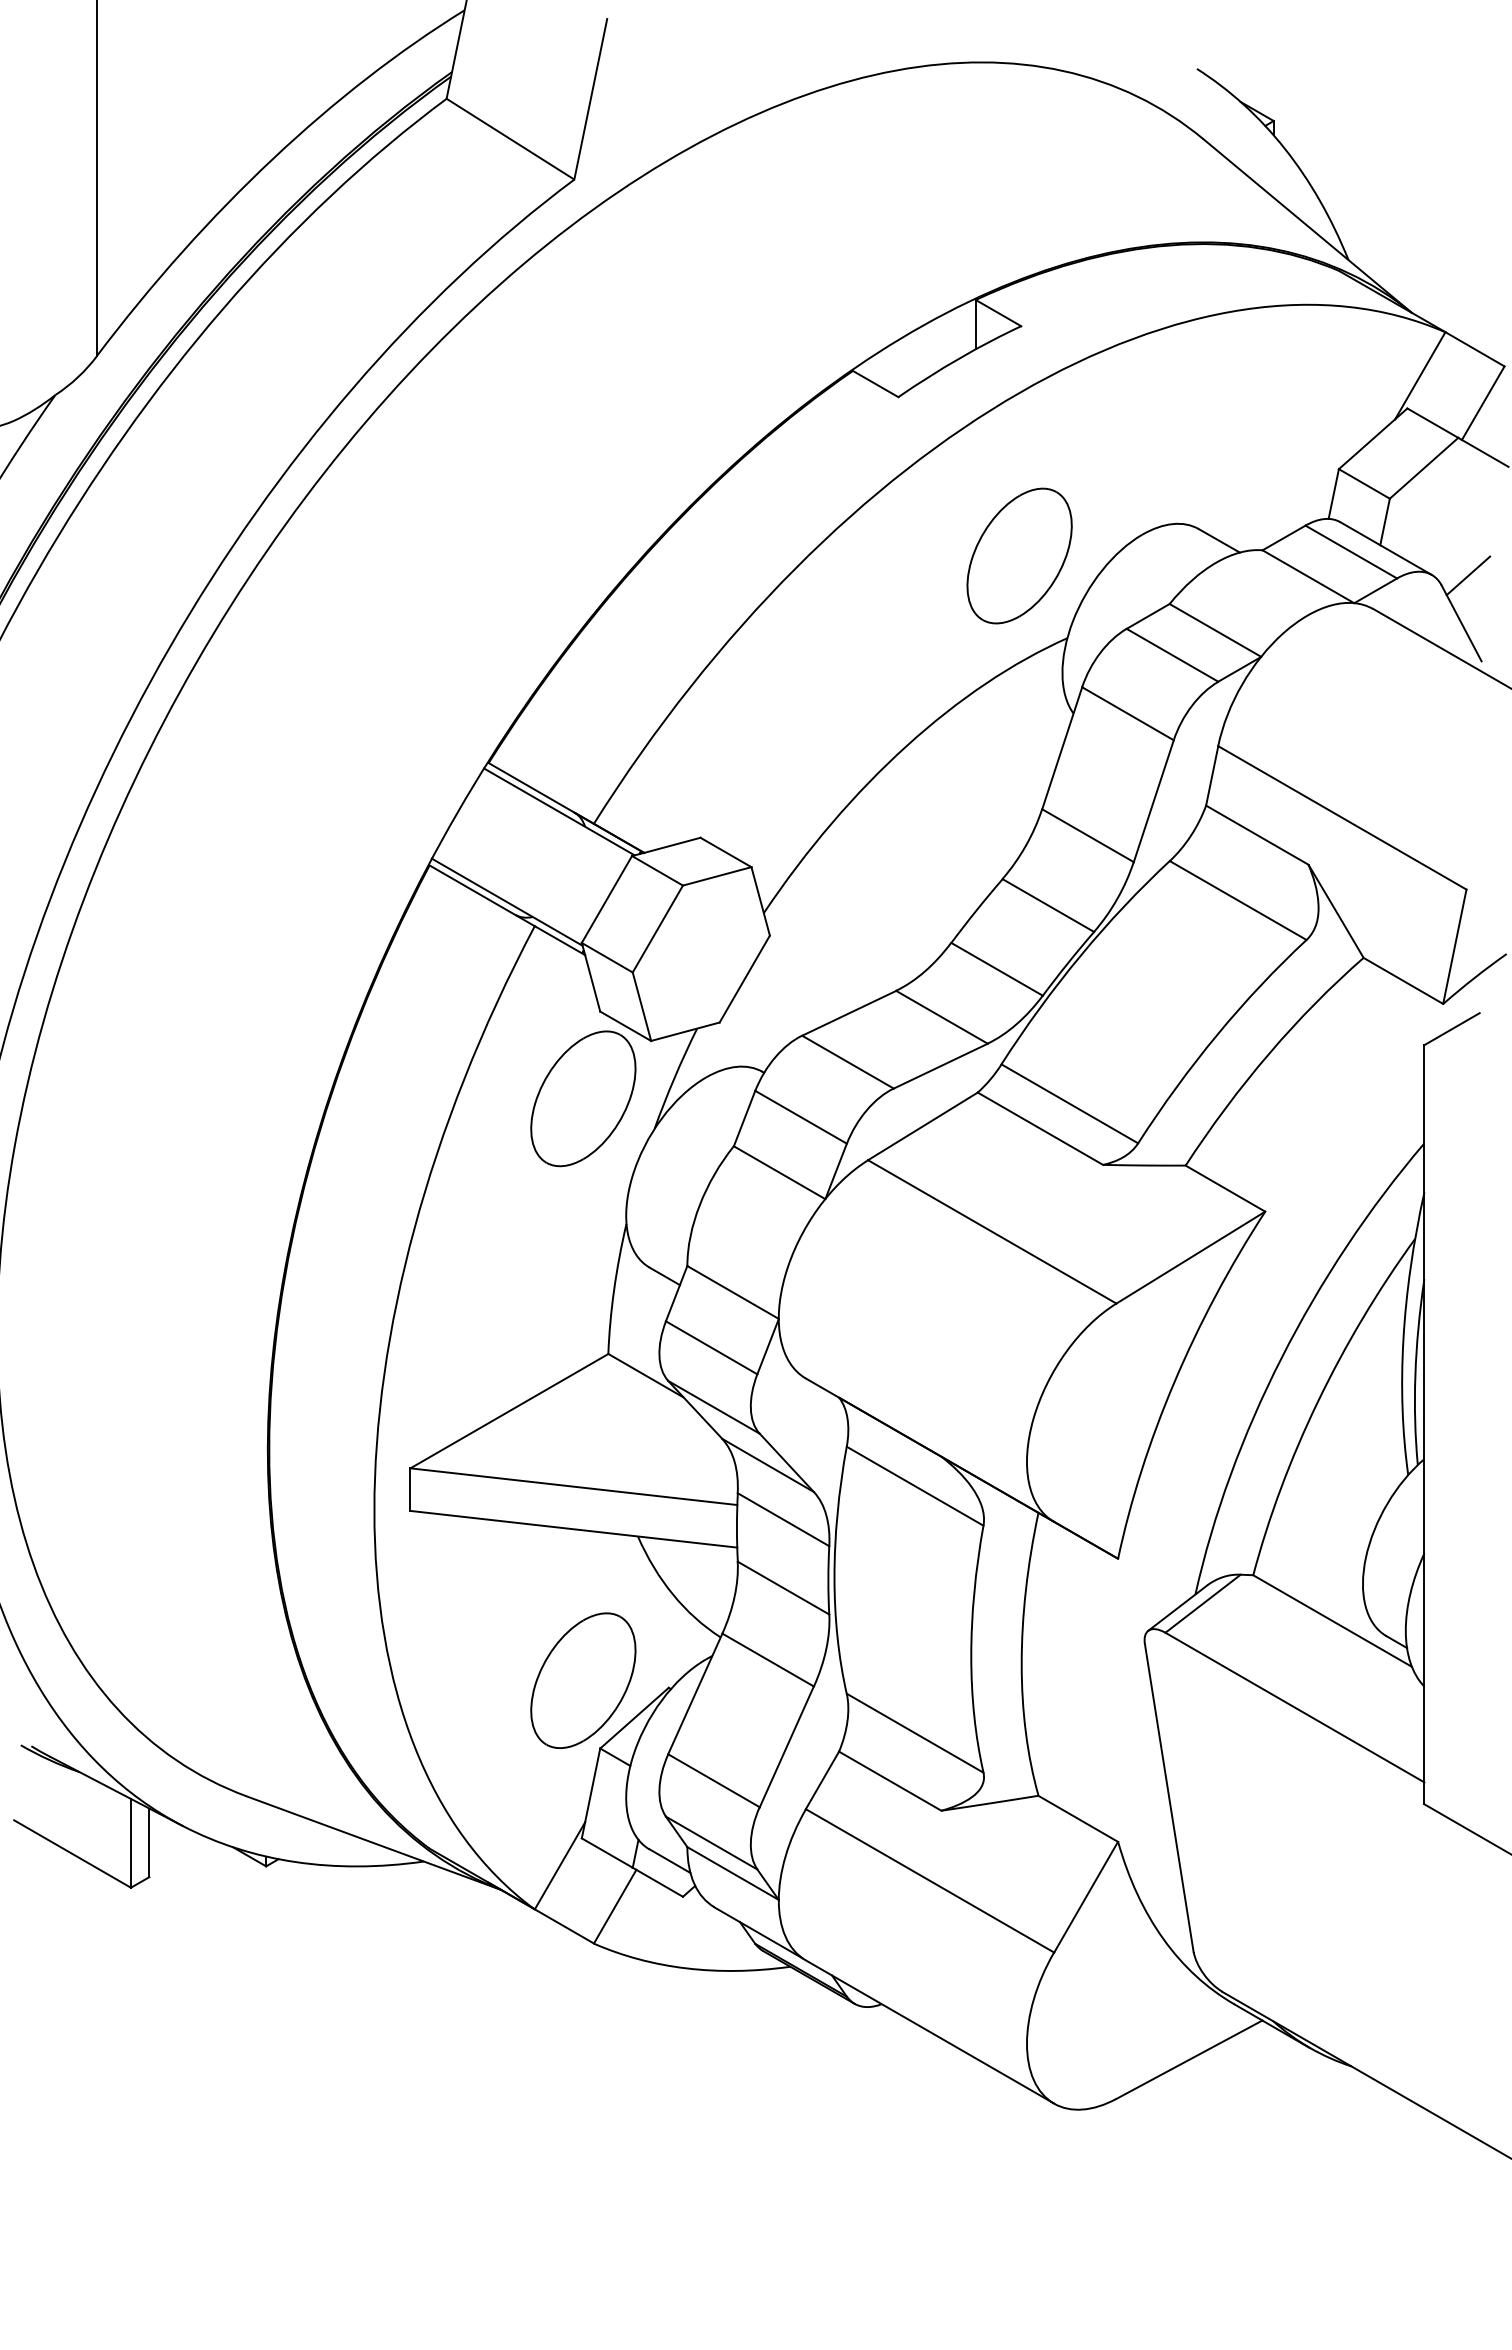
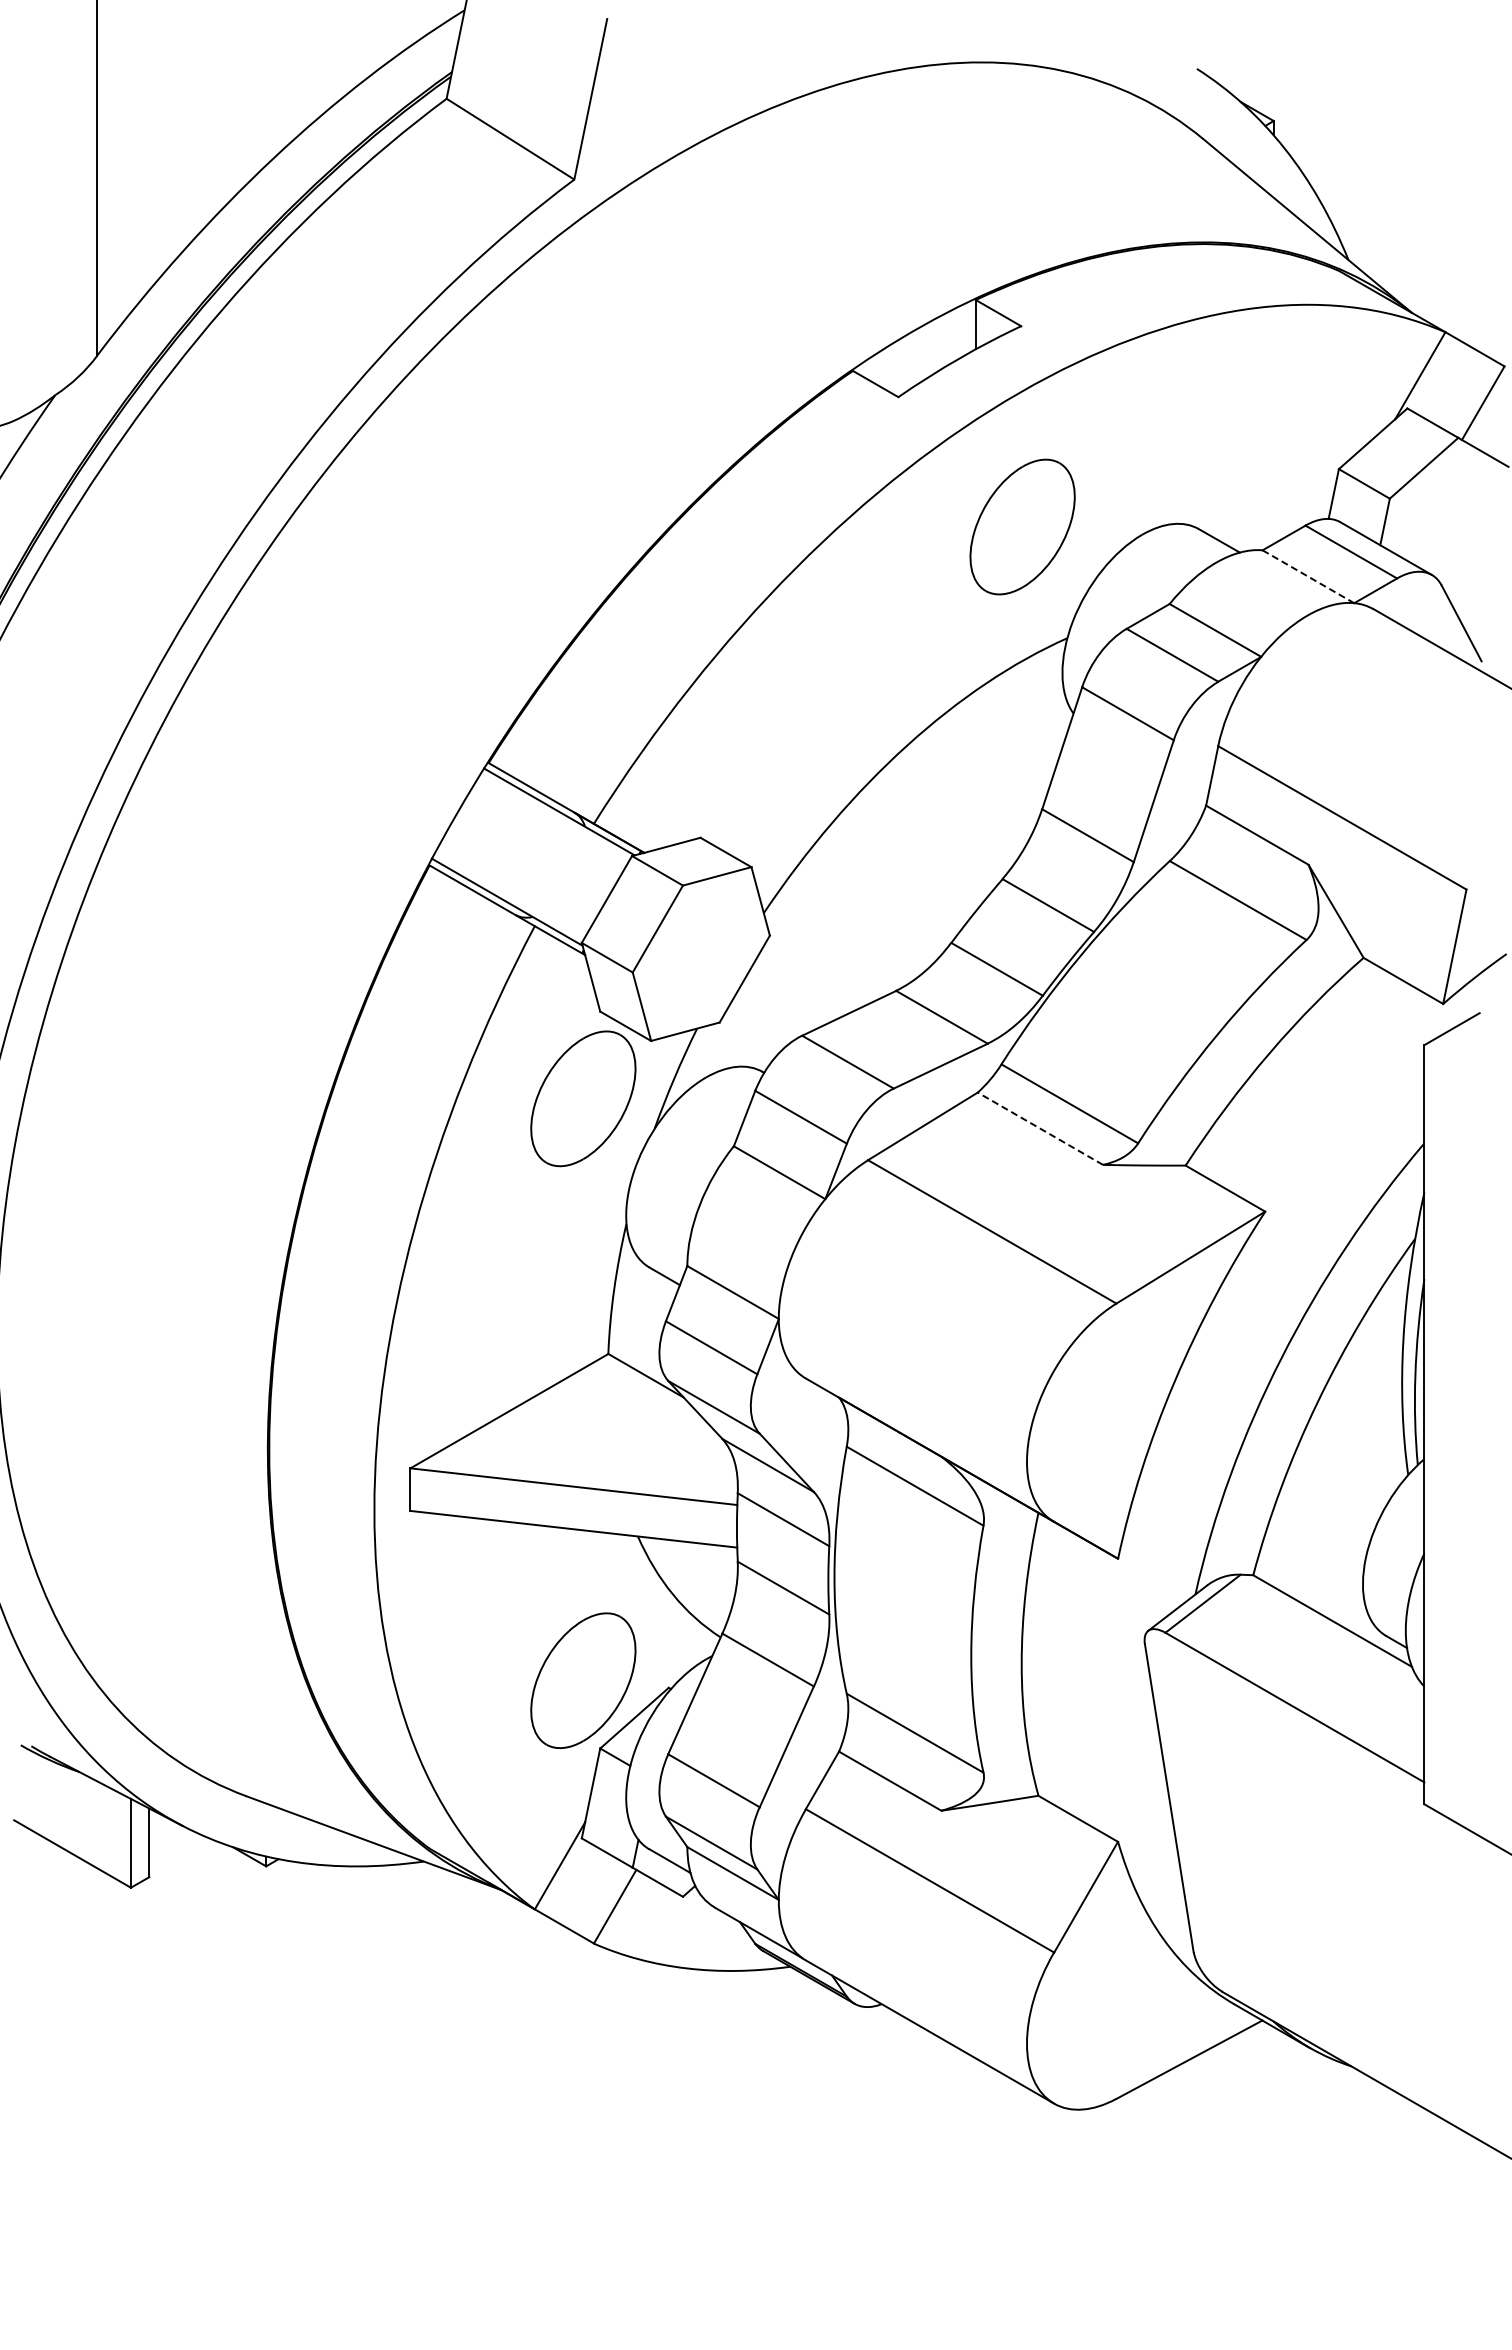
part at (1019, 555) position: (1019, 555) -> (1022, 526)
line at (1468, 575): present -> none
line at (1308, 576): solid -> dashed
line at (1039, 1128): solid -> dashed
